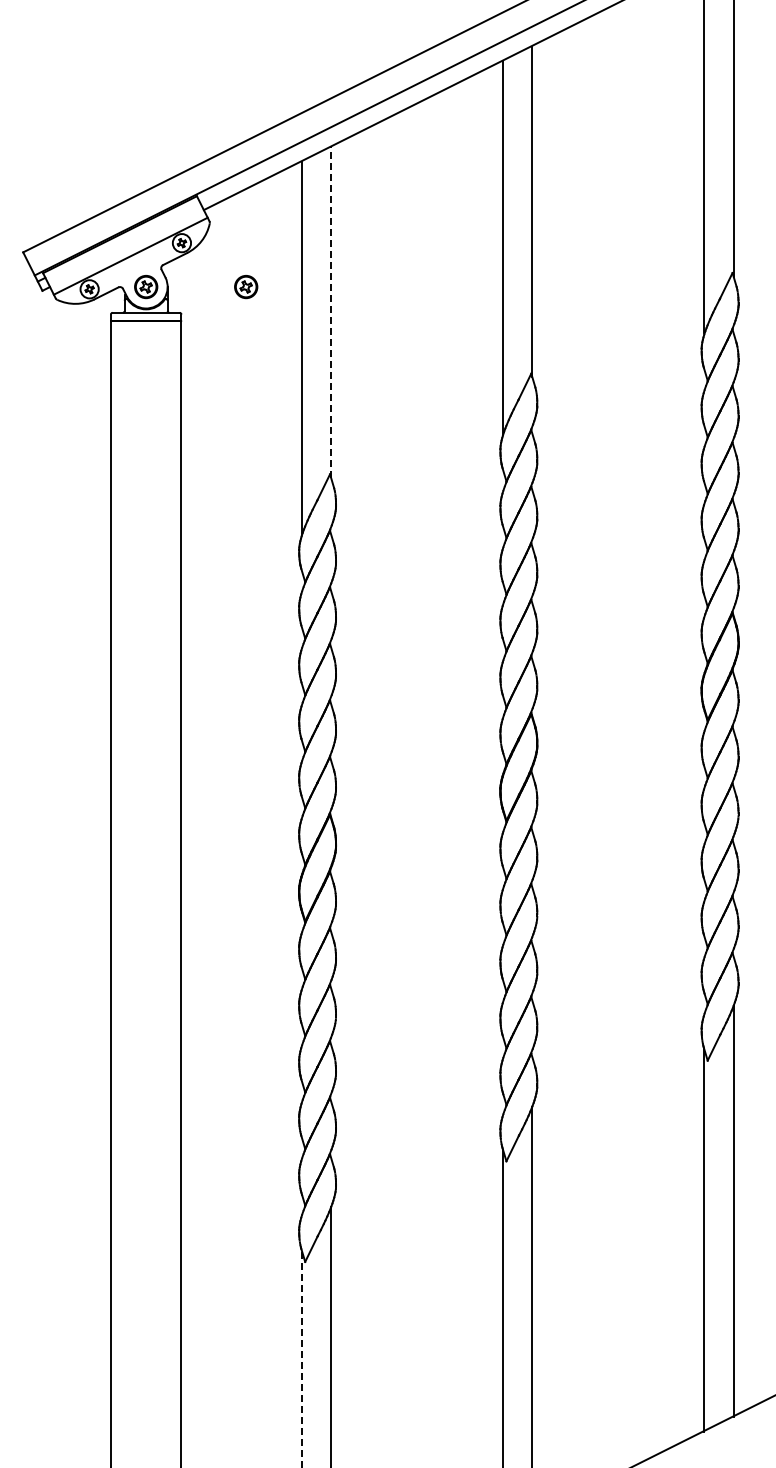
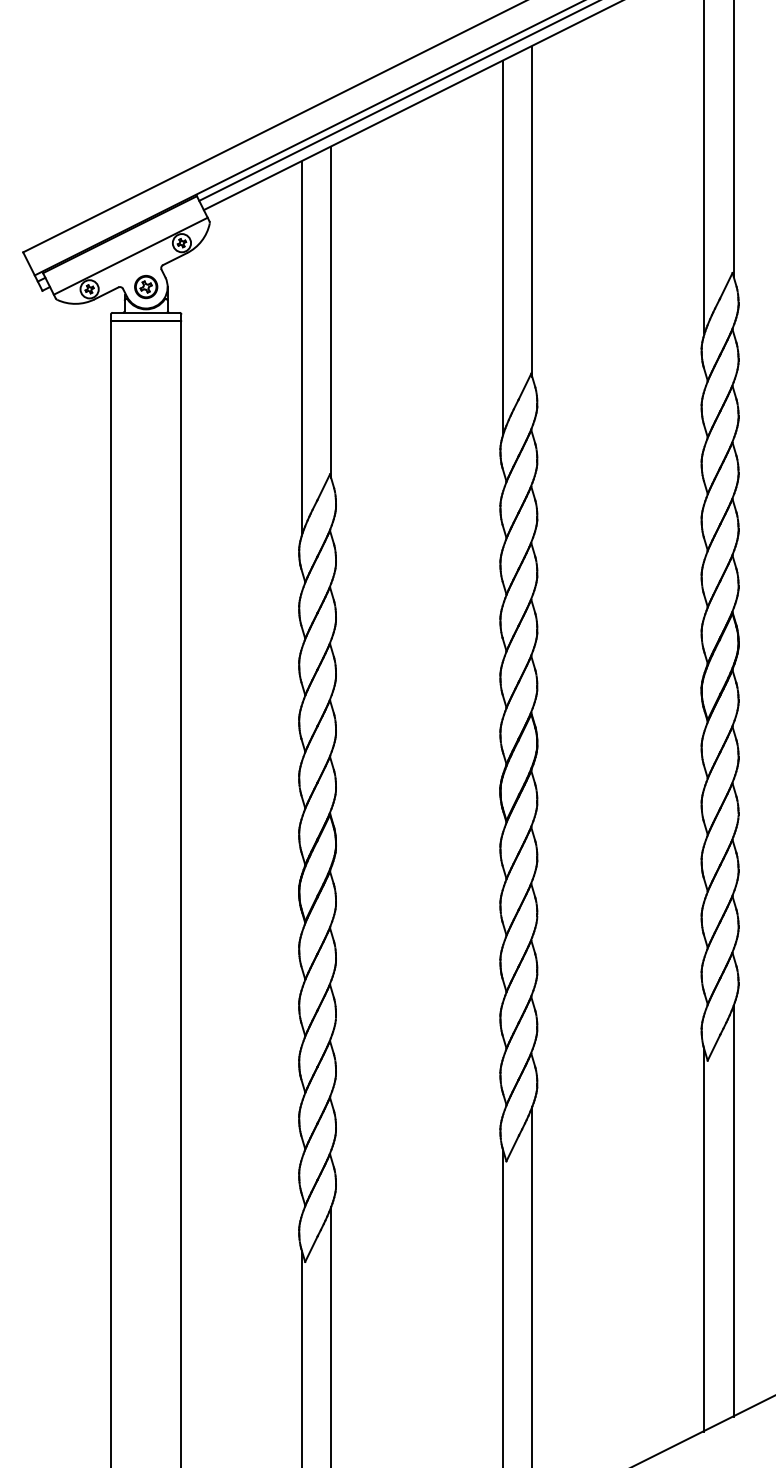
line at (397, 101): none -> present
part at (246, 287): present -> none
line at (331, 312): dashed -> solid
line at (301, 1358): dashed -> solid
